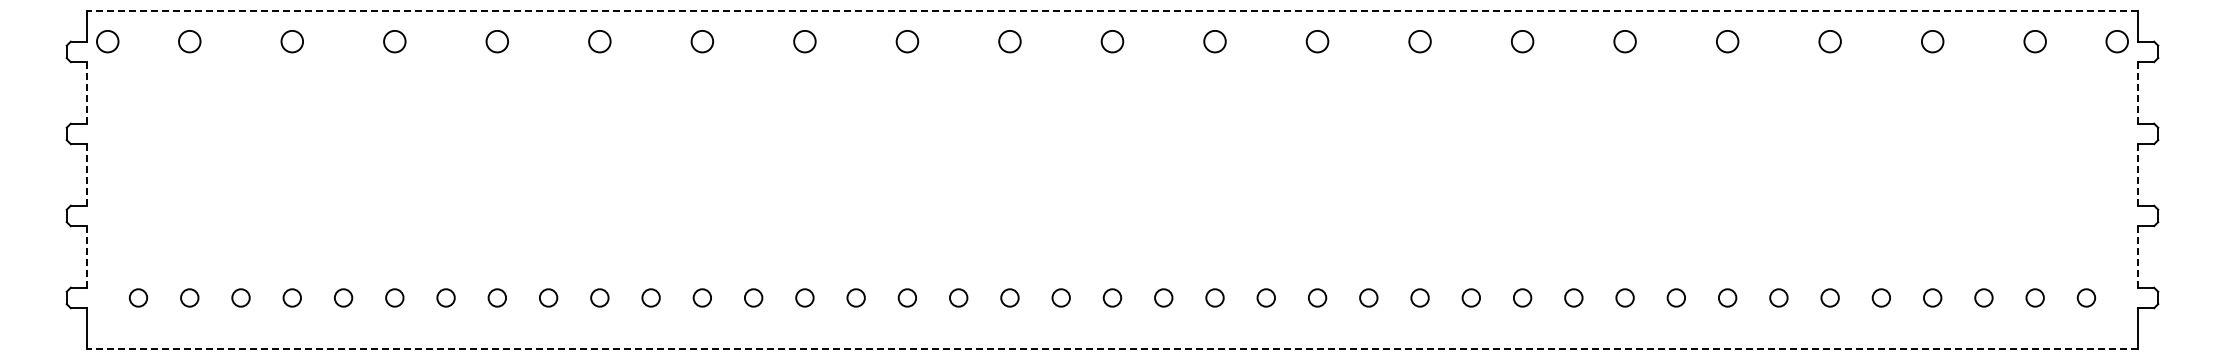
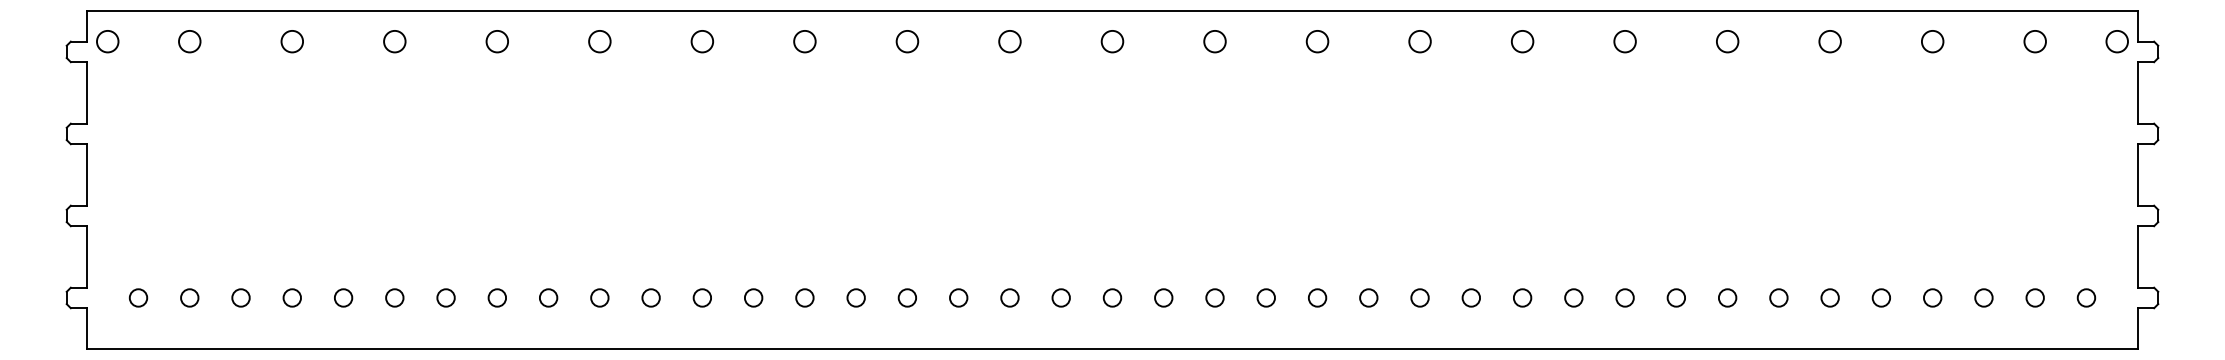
line at (1112, 10): dashed -> solid
line at (87, 92): dashed -> solid
line at (2137, 92): dashed -> solid
line at (87, 174): dashed -> solid
line at (2137, 174): dashed -> solid
line at (87, 256): dashed -> solid
line at (2137, 256): dashed -> solid
line at (1112, 349): dashed -> solid
